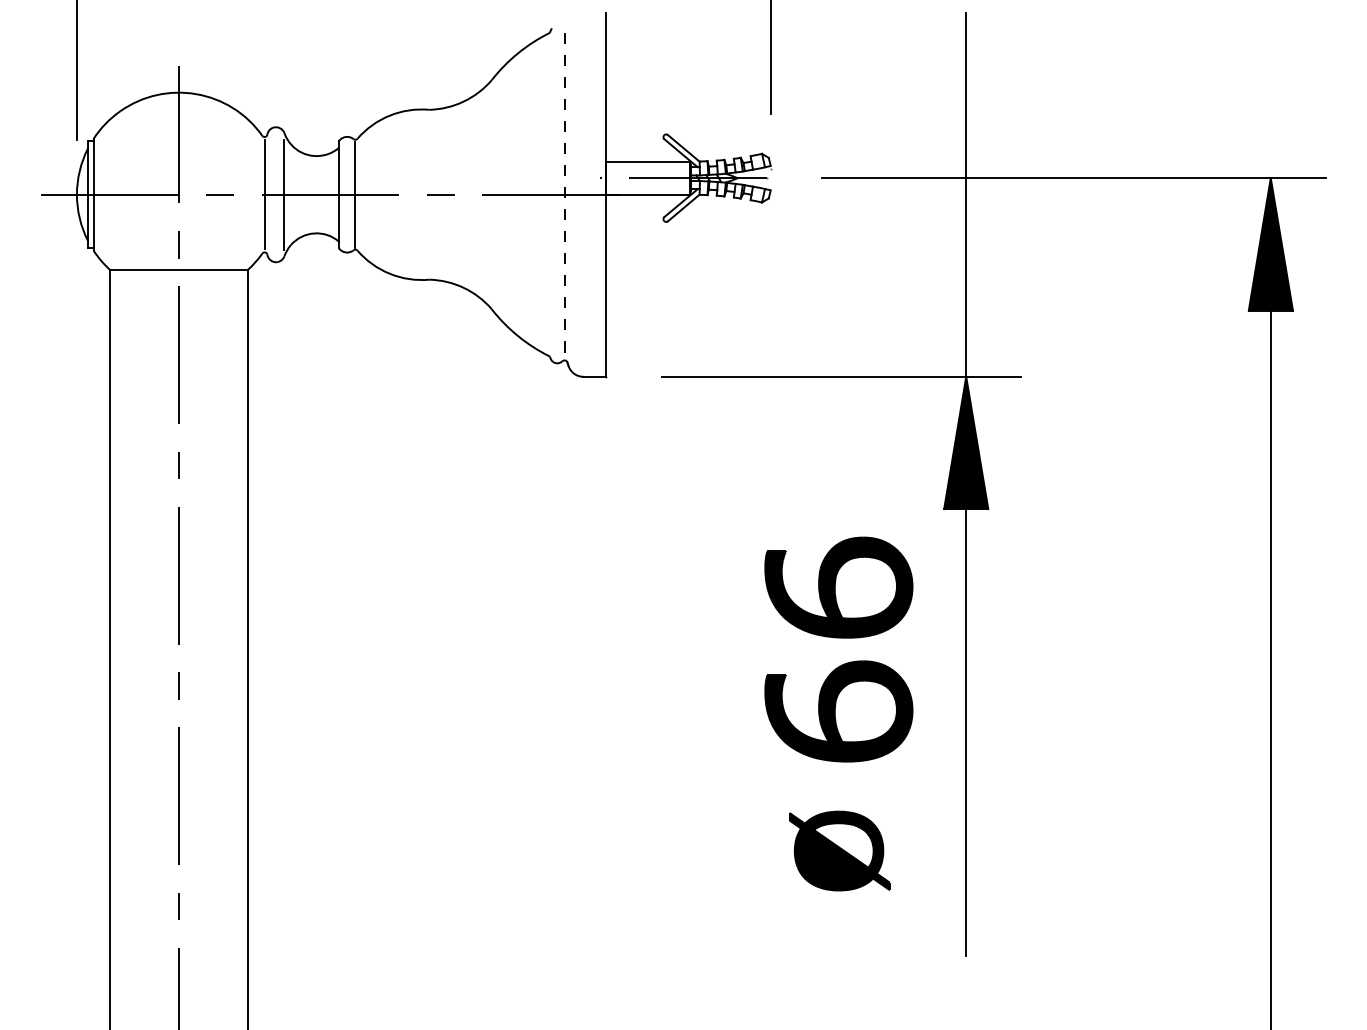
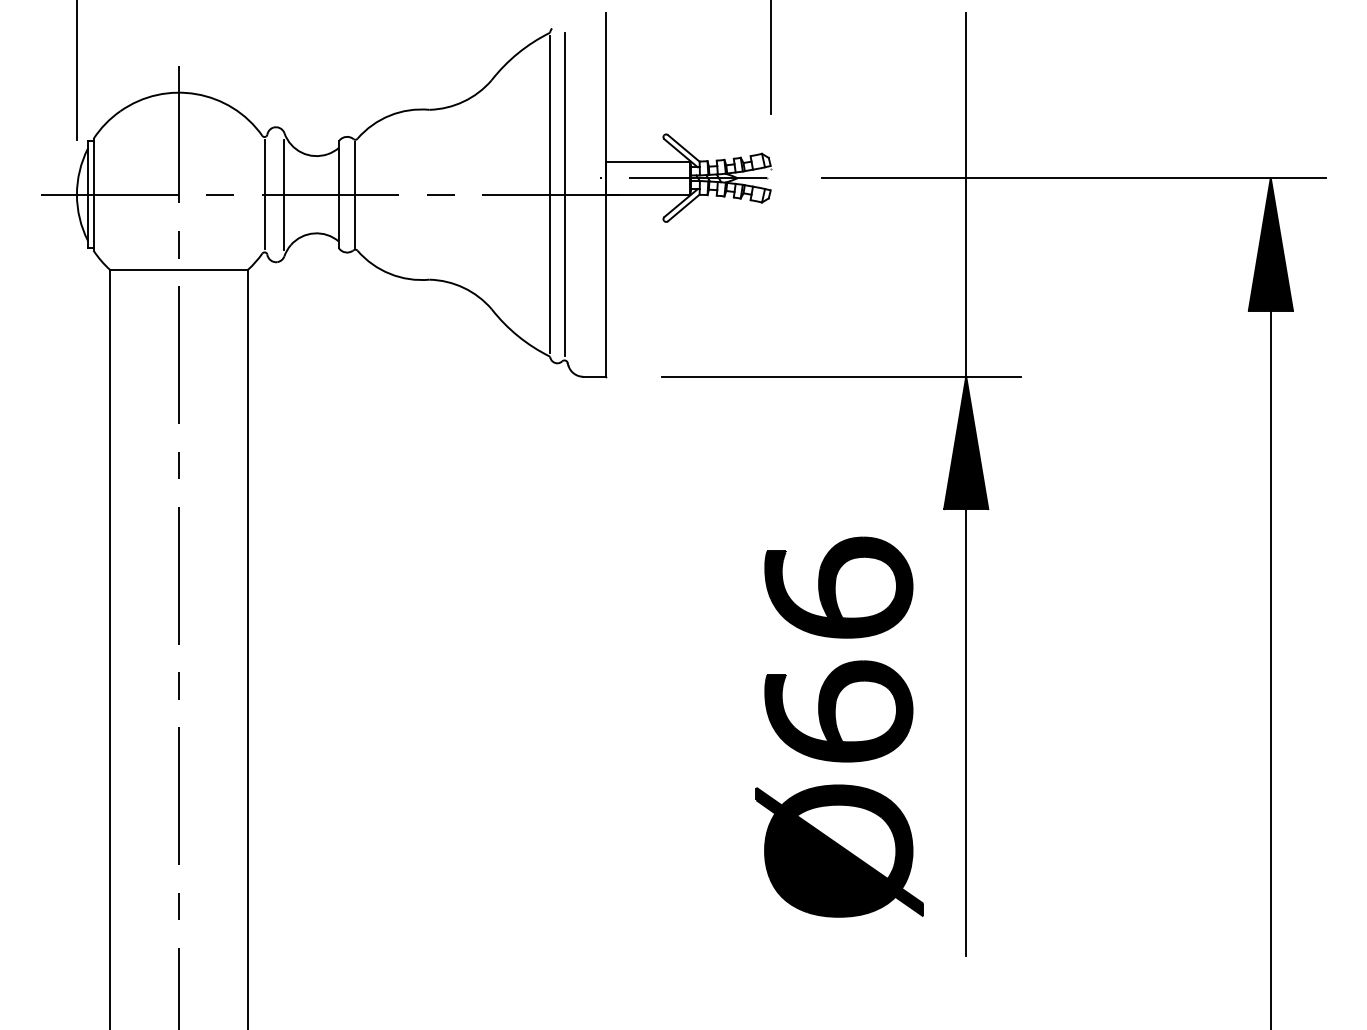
line at (550, 194): none -> present
line at (564, 194): dashed -> solid
part at (839, 850) size: 102x82 px -> 169x134 px
